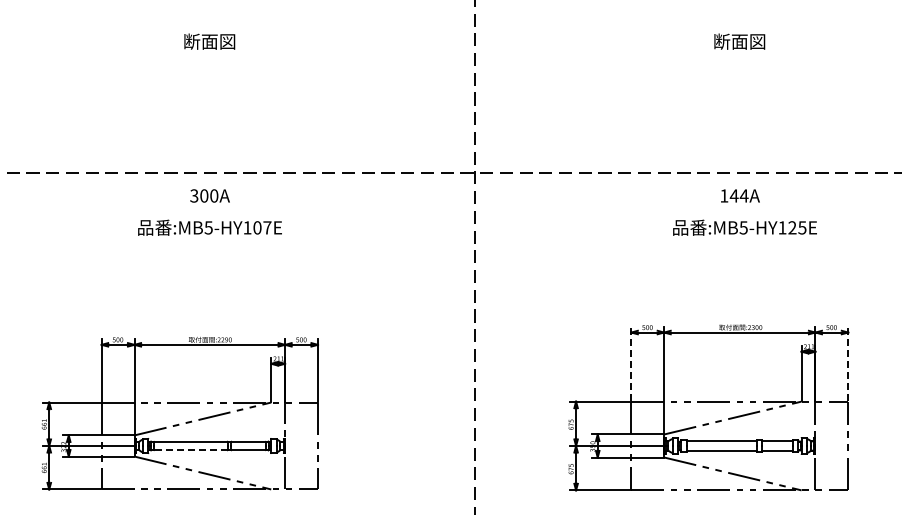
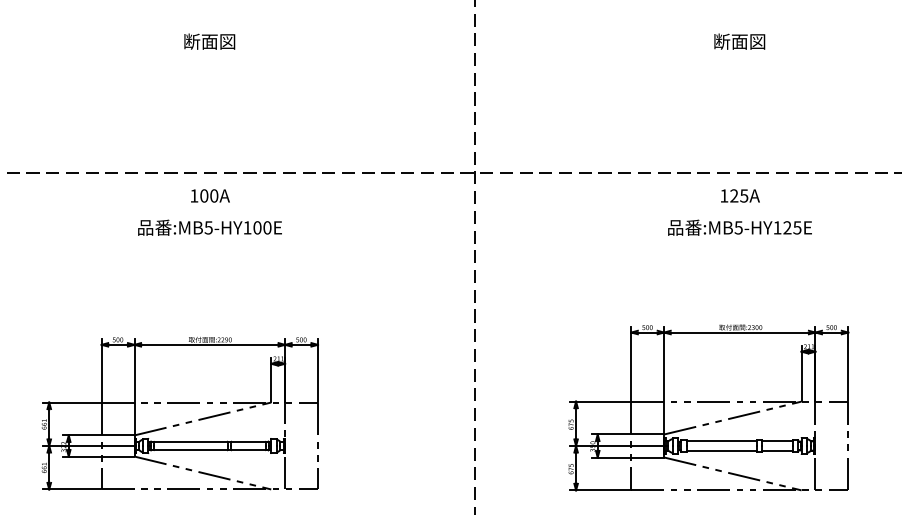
text at (194, 195): 300A -> 100A
text at (738, 195): 144A -> 125A
text at (267, 227): :MB5-HY107E -> :MB5-HY100E
text at (744, 227) position: (744, 227) -> (739, 227)
line at (631, 363): dashed -> solid
line at (848, 363): dashed -> solid
line at (190, 450): dashed -> solid
